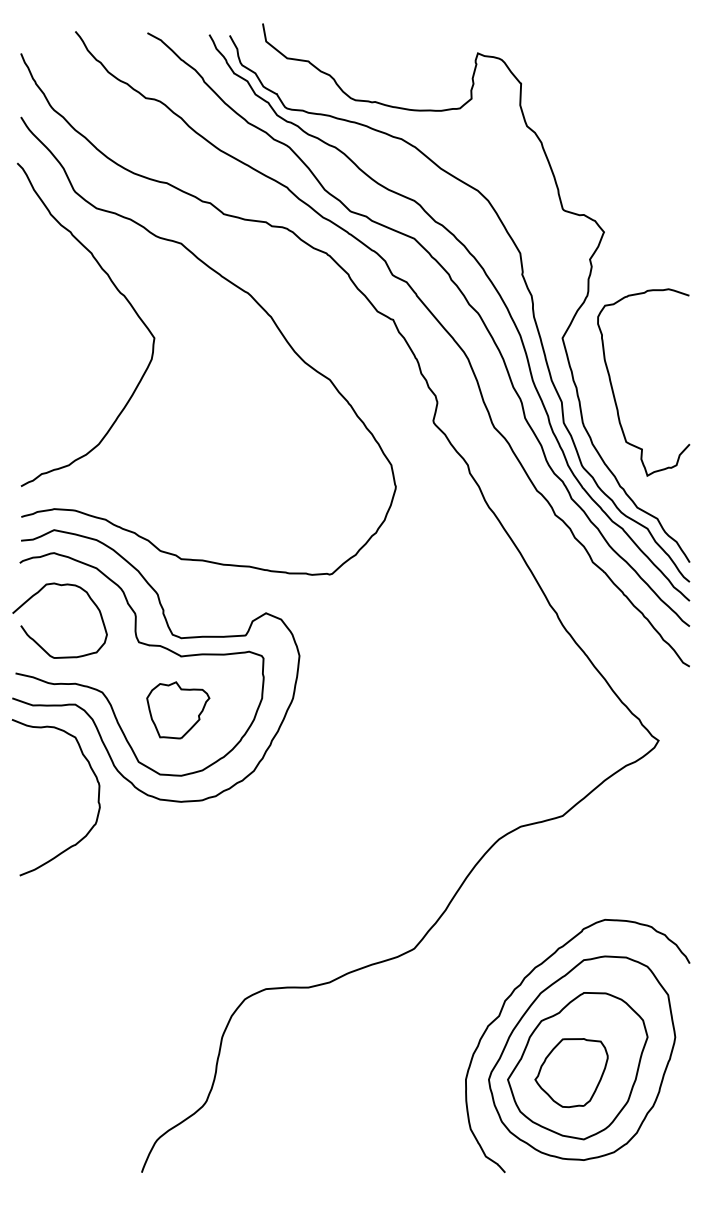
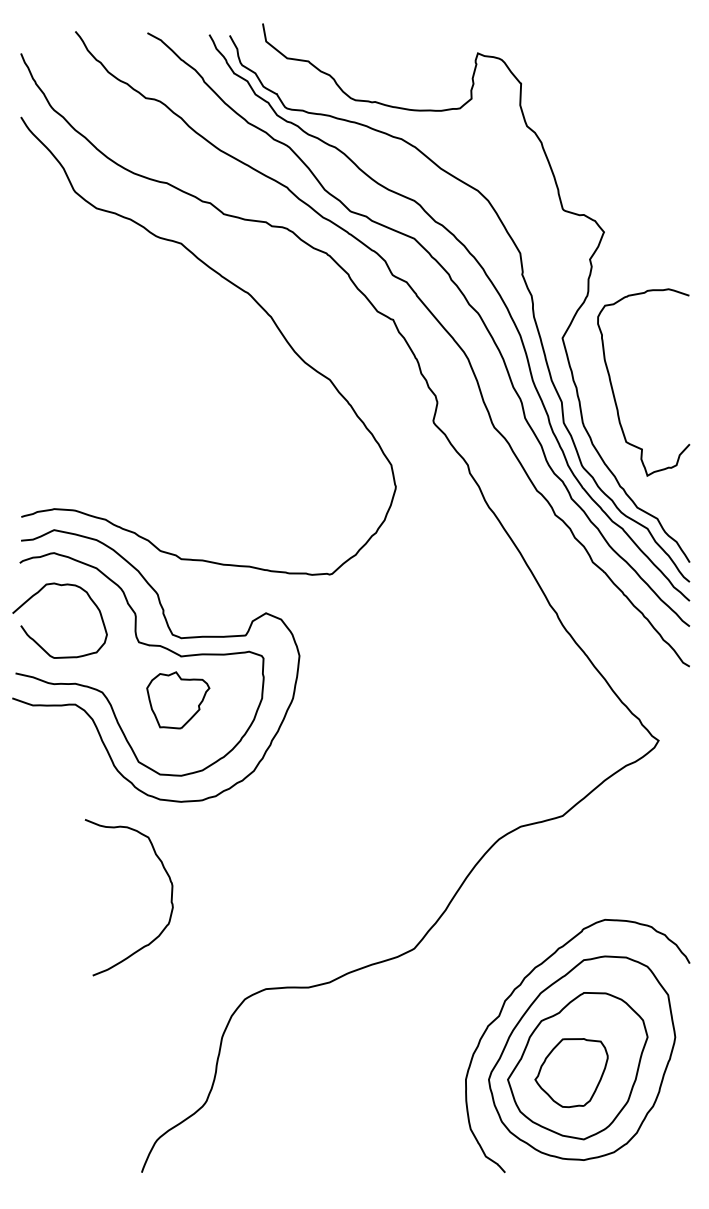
curve at (118, 292): present -> none
part at (178, 710) position: (178, 710) -> (178, 700)
curve at (97, 798) position: (97, 798) -> (170, 898)
